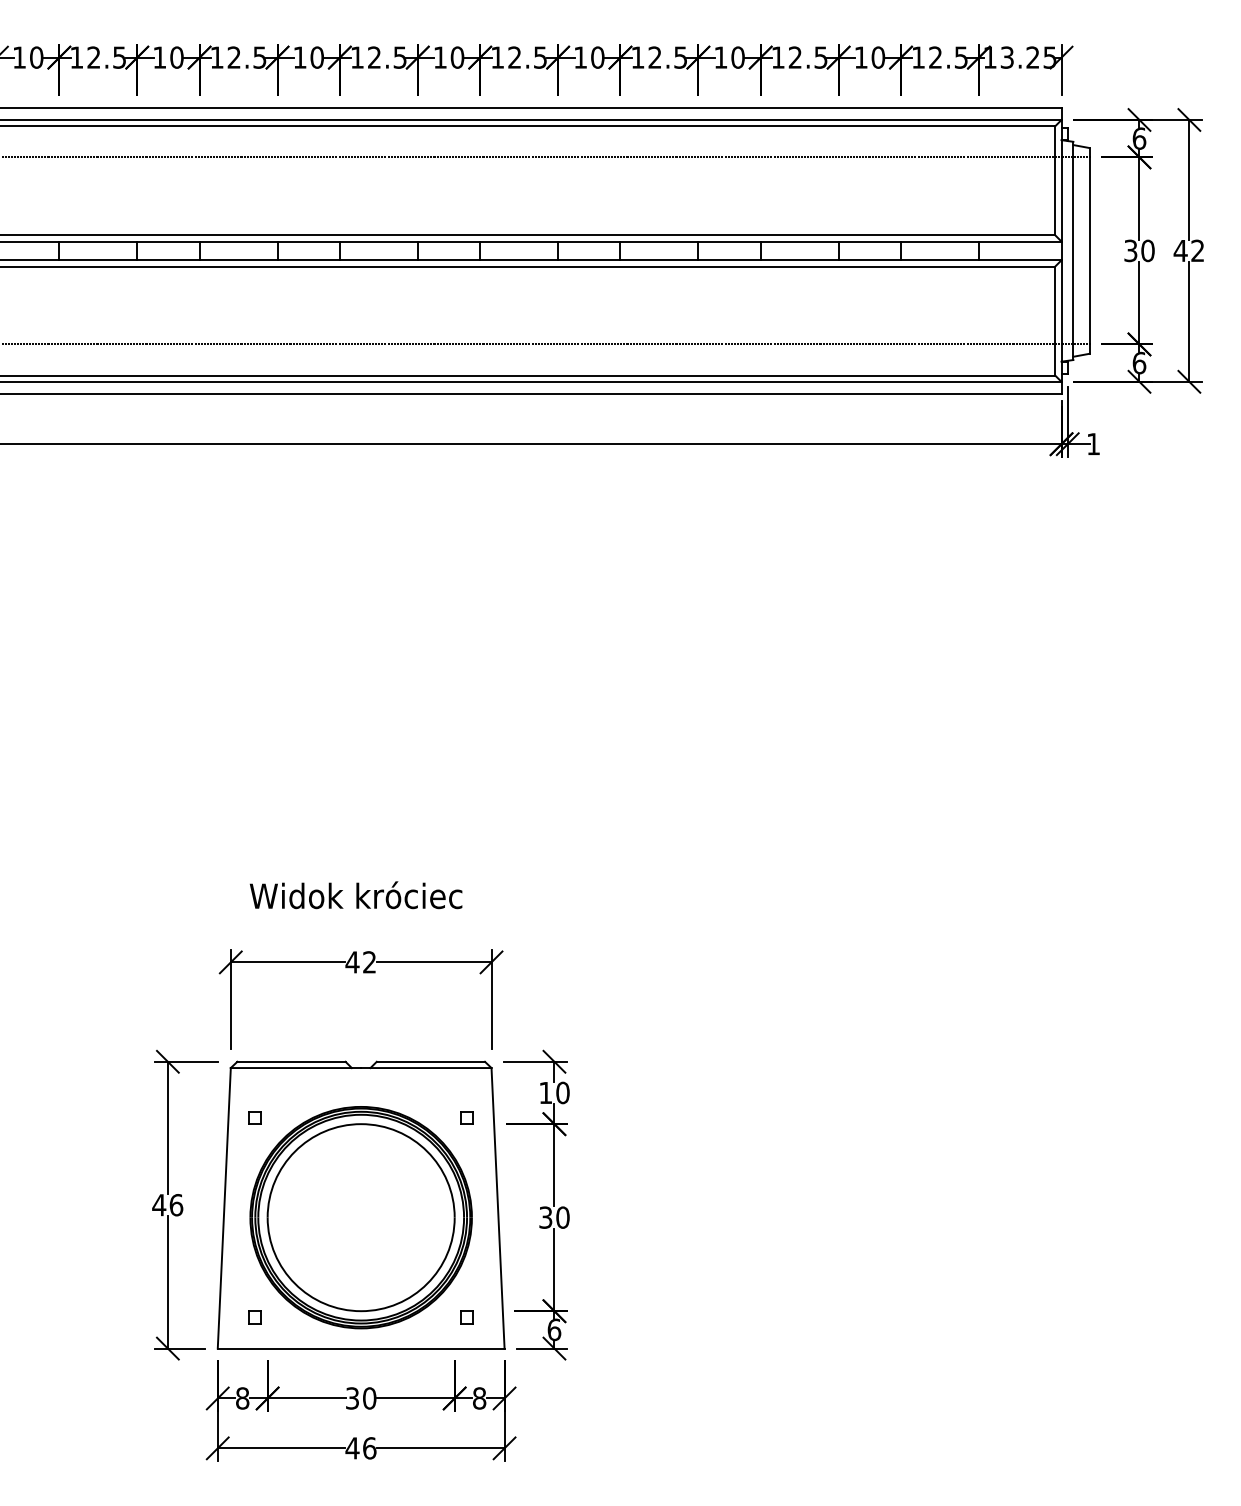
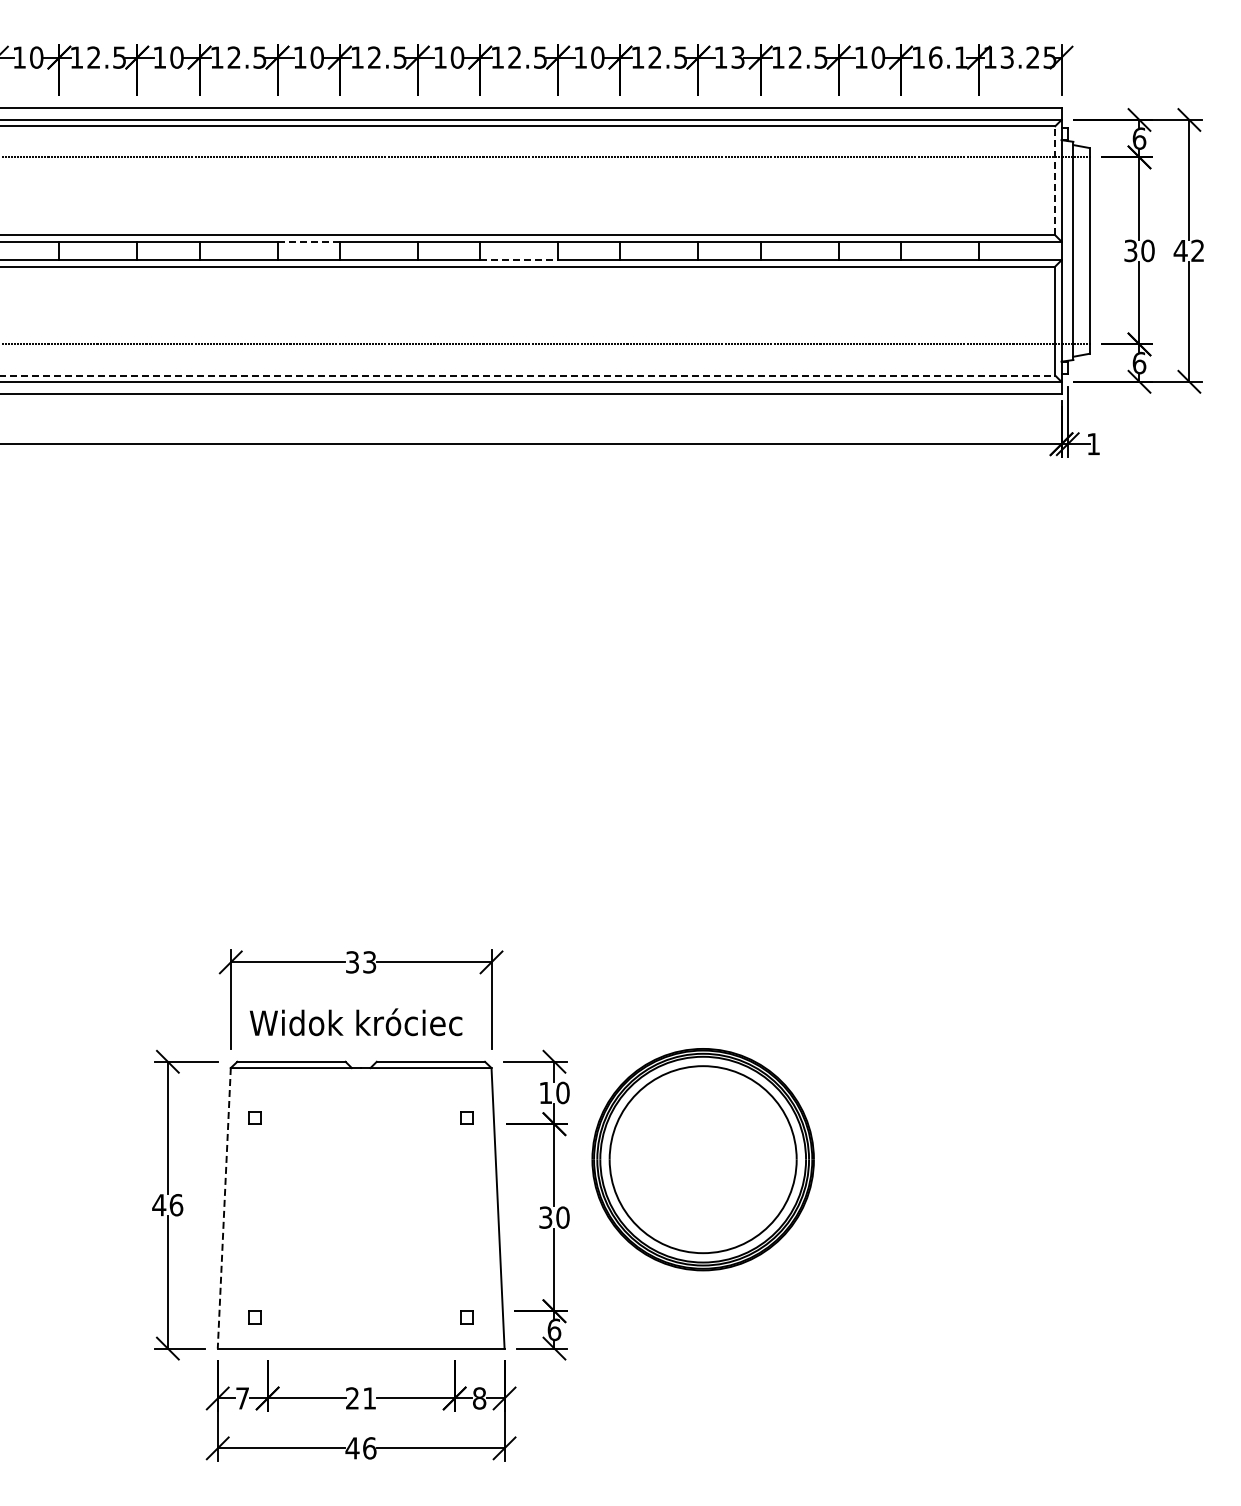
text at (737, 57): 10 -> 13
text at (948, 57): 12.5 -> 16.1
line at (1055, 180): solid -> dashed
line at (309, 241): solid -> dashed
line at (519, 260): solid -> dashed
line at (528, 375): solid -> dashed
text at (355, 895) position: (355, 895) -> (355, 1022)
text at (360, 962): 42 -> 33
line at (224, 1208): solid -> dashed
part at (360, 1217) position: (360, 1217) -> (702, 1159)
text at (242, 1398): 8 -> 7
text at (361, 1398): 30 -> 21
